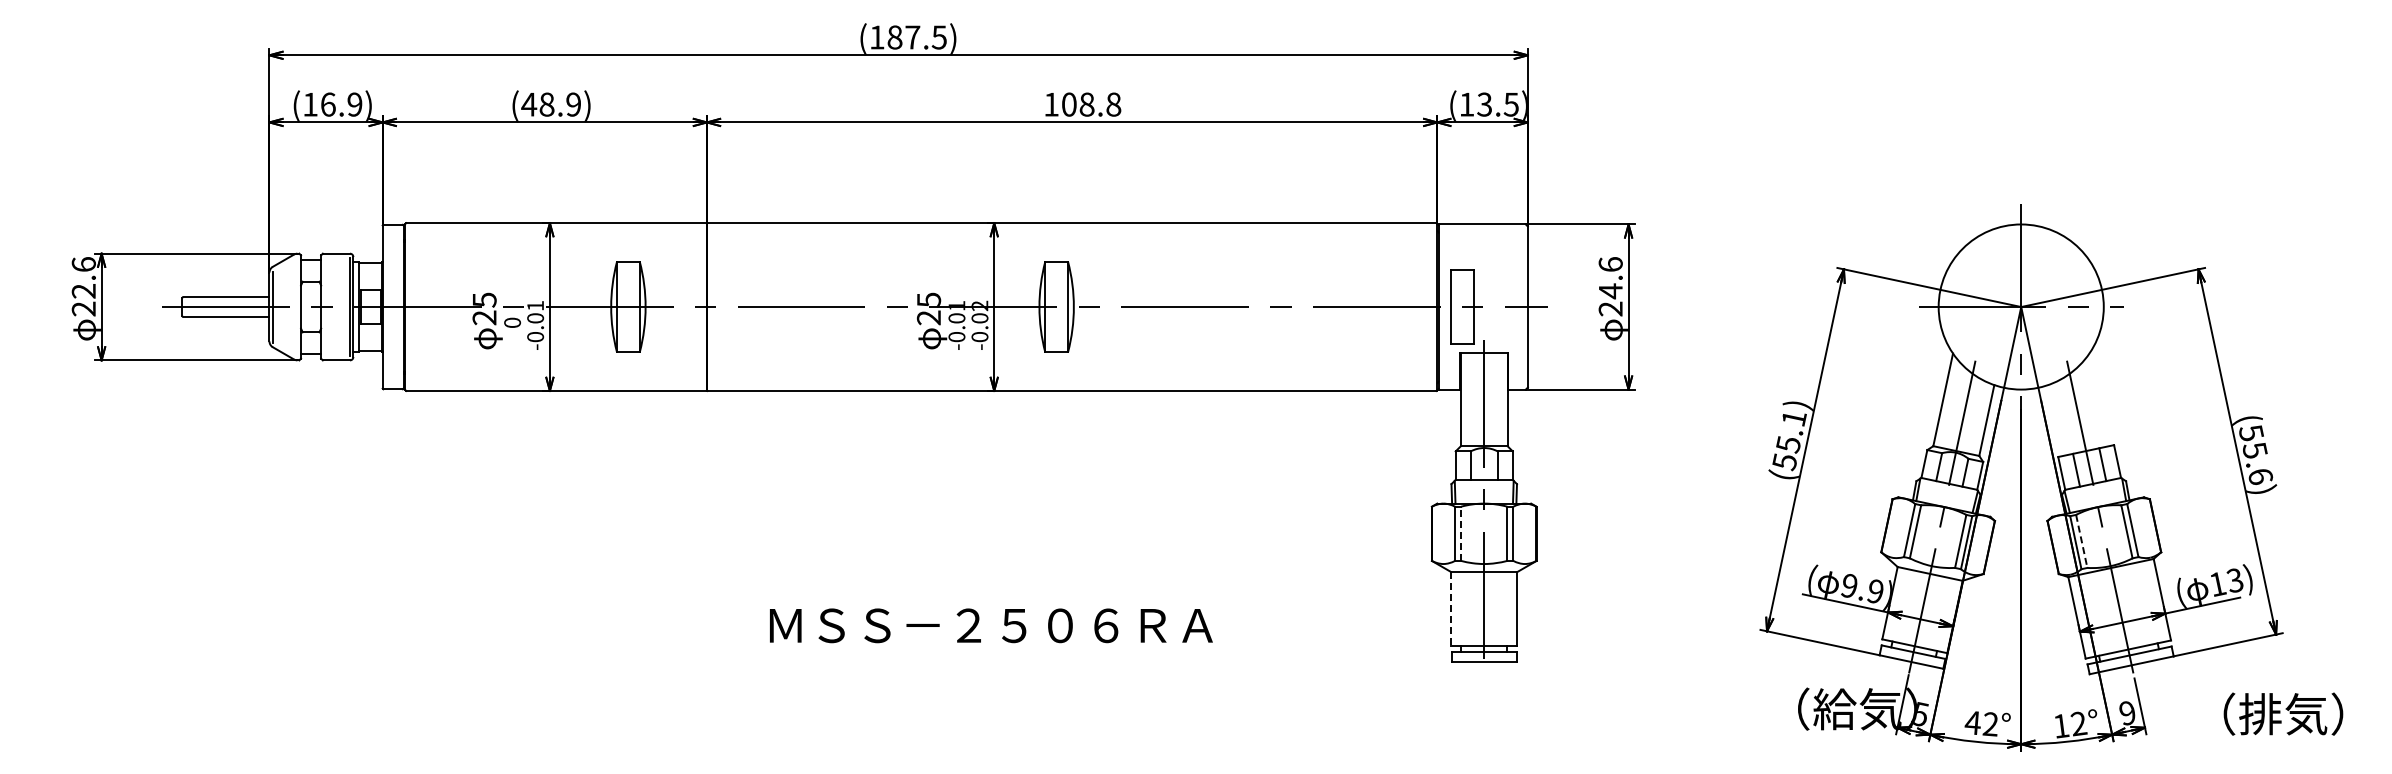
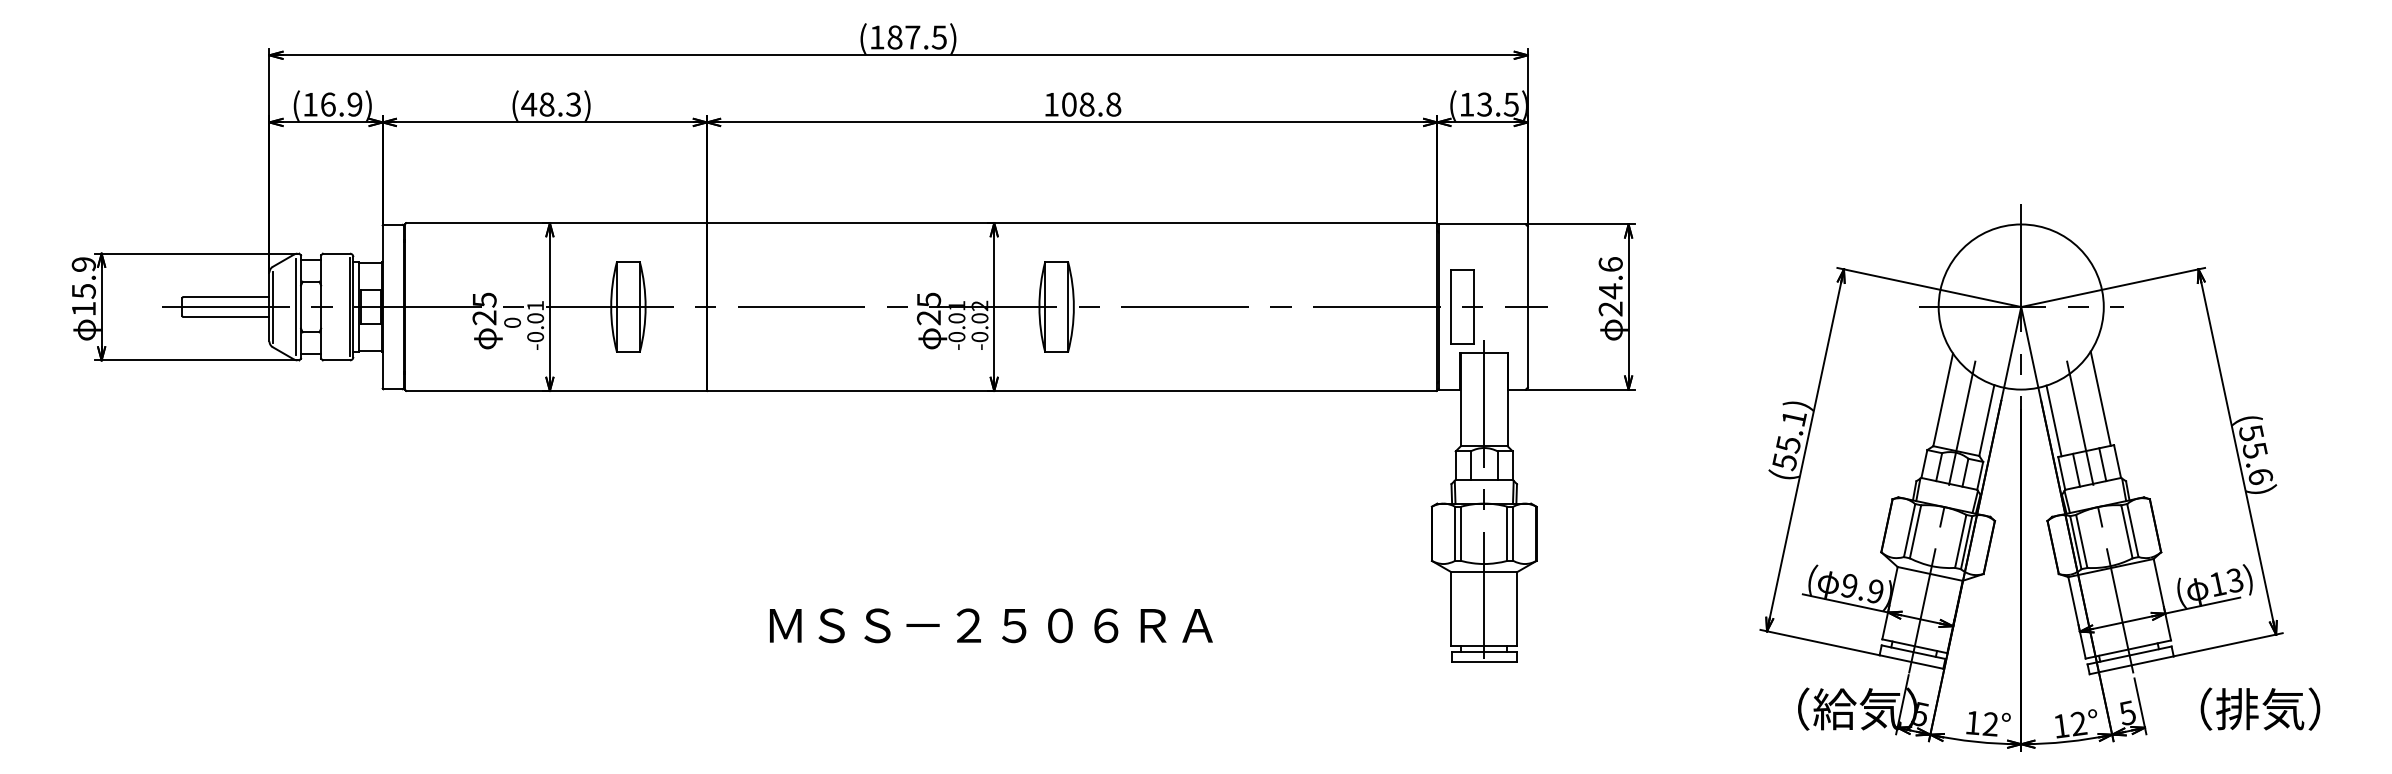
text at (573, 104): (48.9) -> (48.3)
text at (83, 286): 22.6 -> 15.9
line at (295, 306): none -> present
line at (2100, 398): none -> present
line at (2053, 420): none -> present
line at (1461, 533): dashed -> solid
line at (2081, 541): dashed -> solid
line at (1451, 608): dashed -> solid
text at (2127, 712): 9 -> 5
text at (2283, 713) position: (2283, 713) -> (2260, 708)
text at (1972, 723): 42° -> 12°
